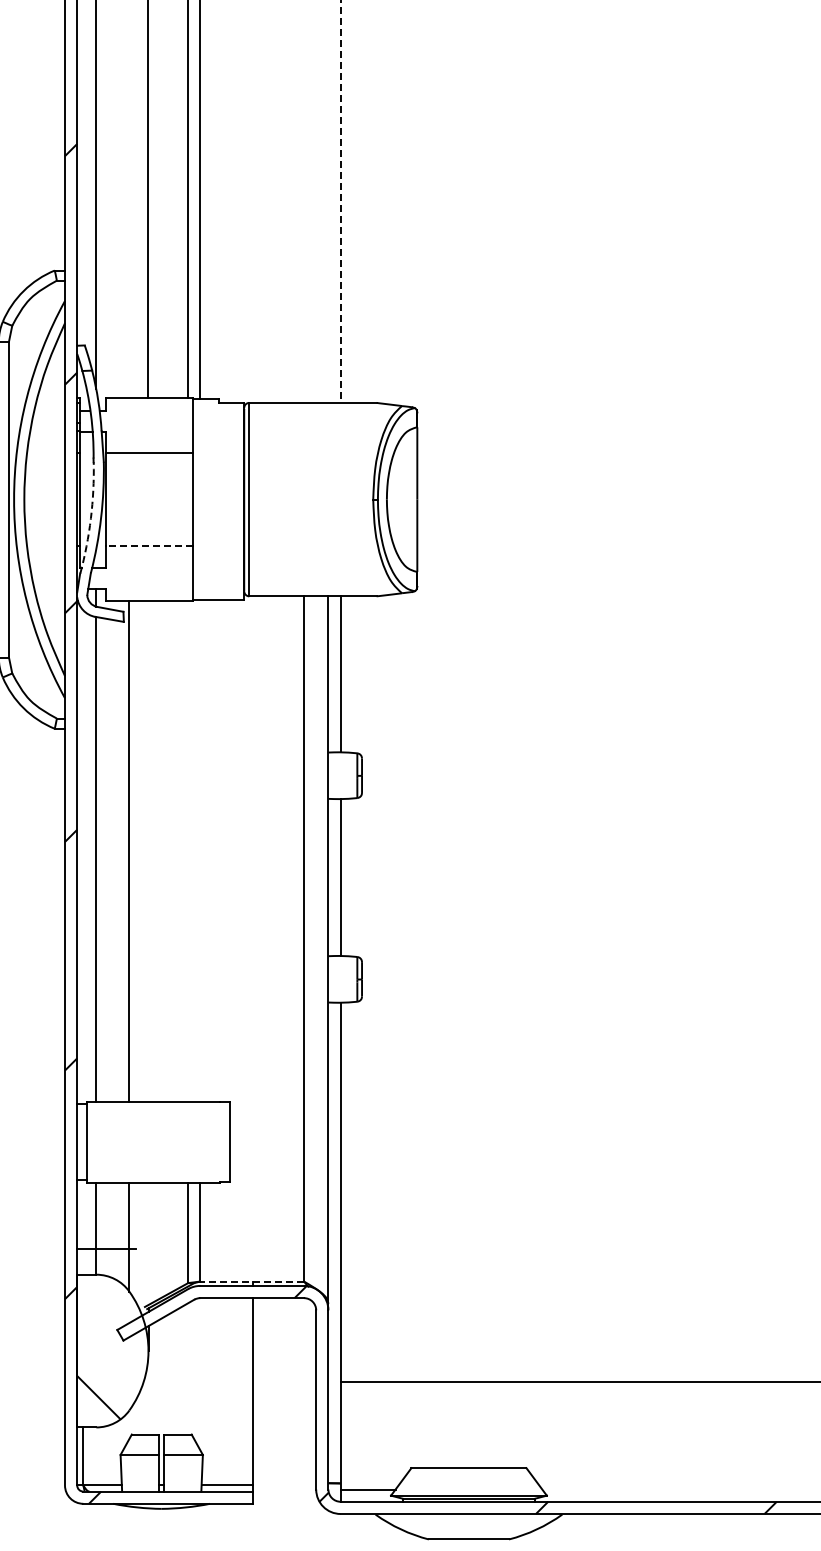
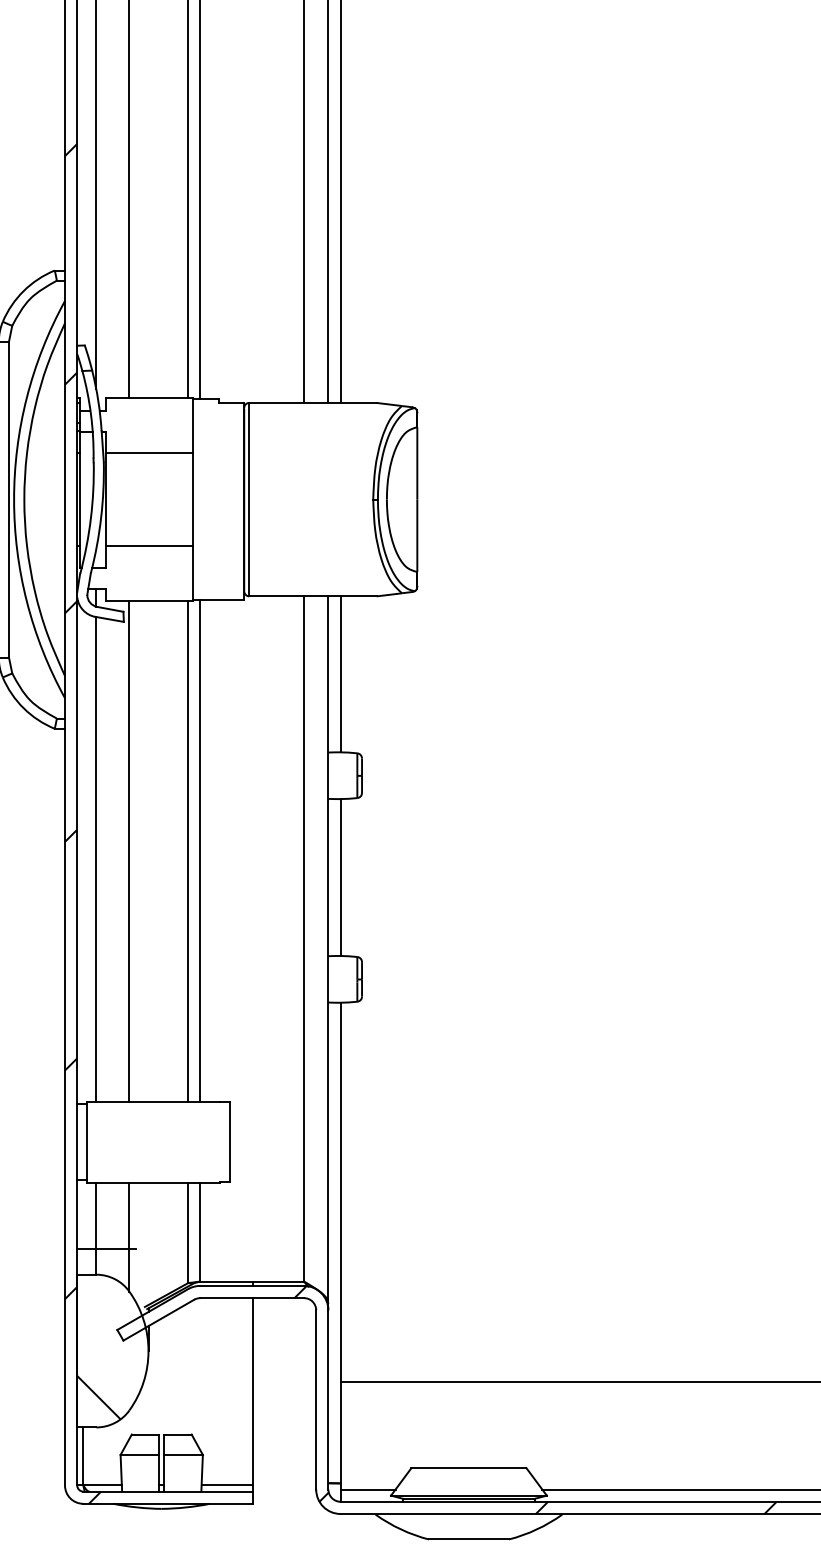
line at (148, 199) position: (148, 199) -> (129, 199)
line at (340, 201): dashed -> solid
line at (303, 202): none -> present
line at (328, 202): none -> present
arc at (90, 518): dashed -> solid
line at (149, 546): dashed -> solid
line at (200, 850): none -> present
line at (188, 851): none -> present
line at (252, 1281): dashed -> solid
line at (679, 1489): none -> present
